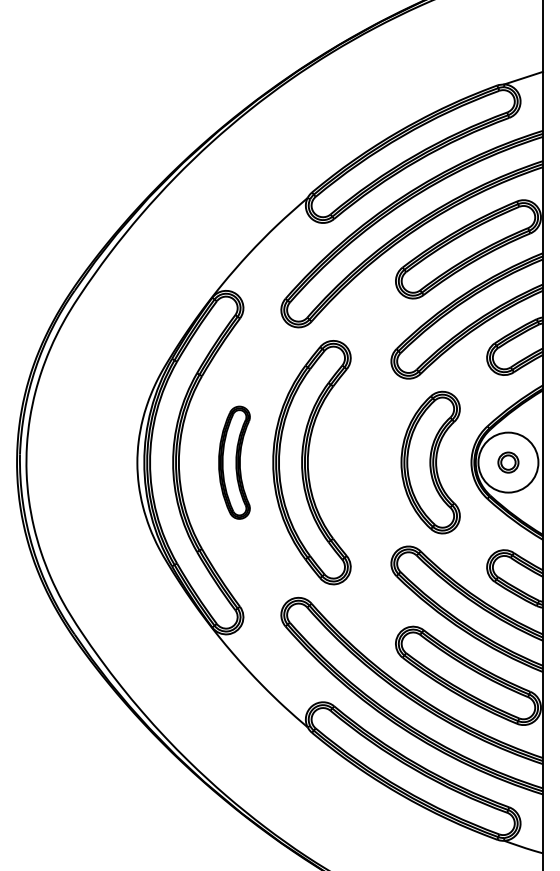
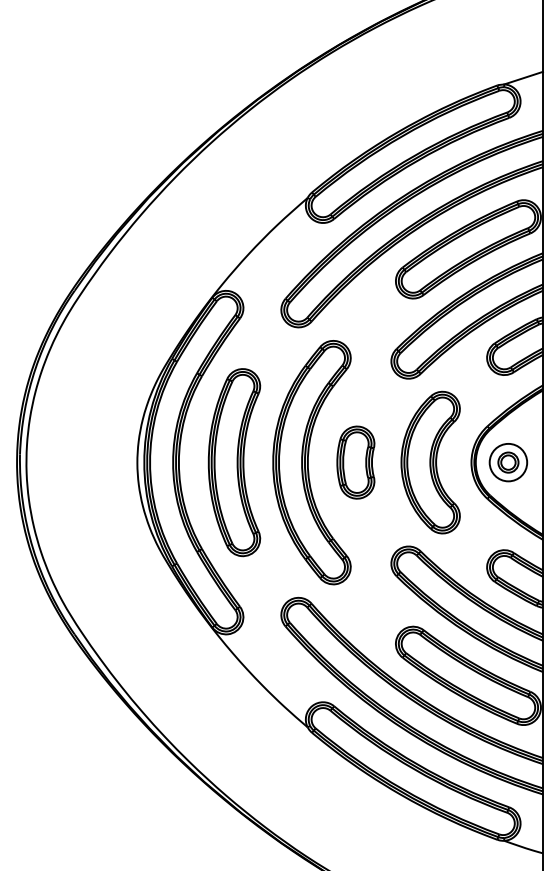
part at (234, 462) size: 33x115 px -> 55x190 px
part at (355, 462): none -> present
circle at (508, 462) diameter: 60 px -> 37 px
